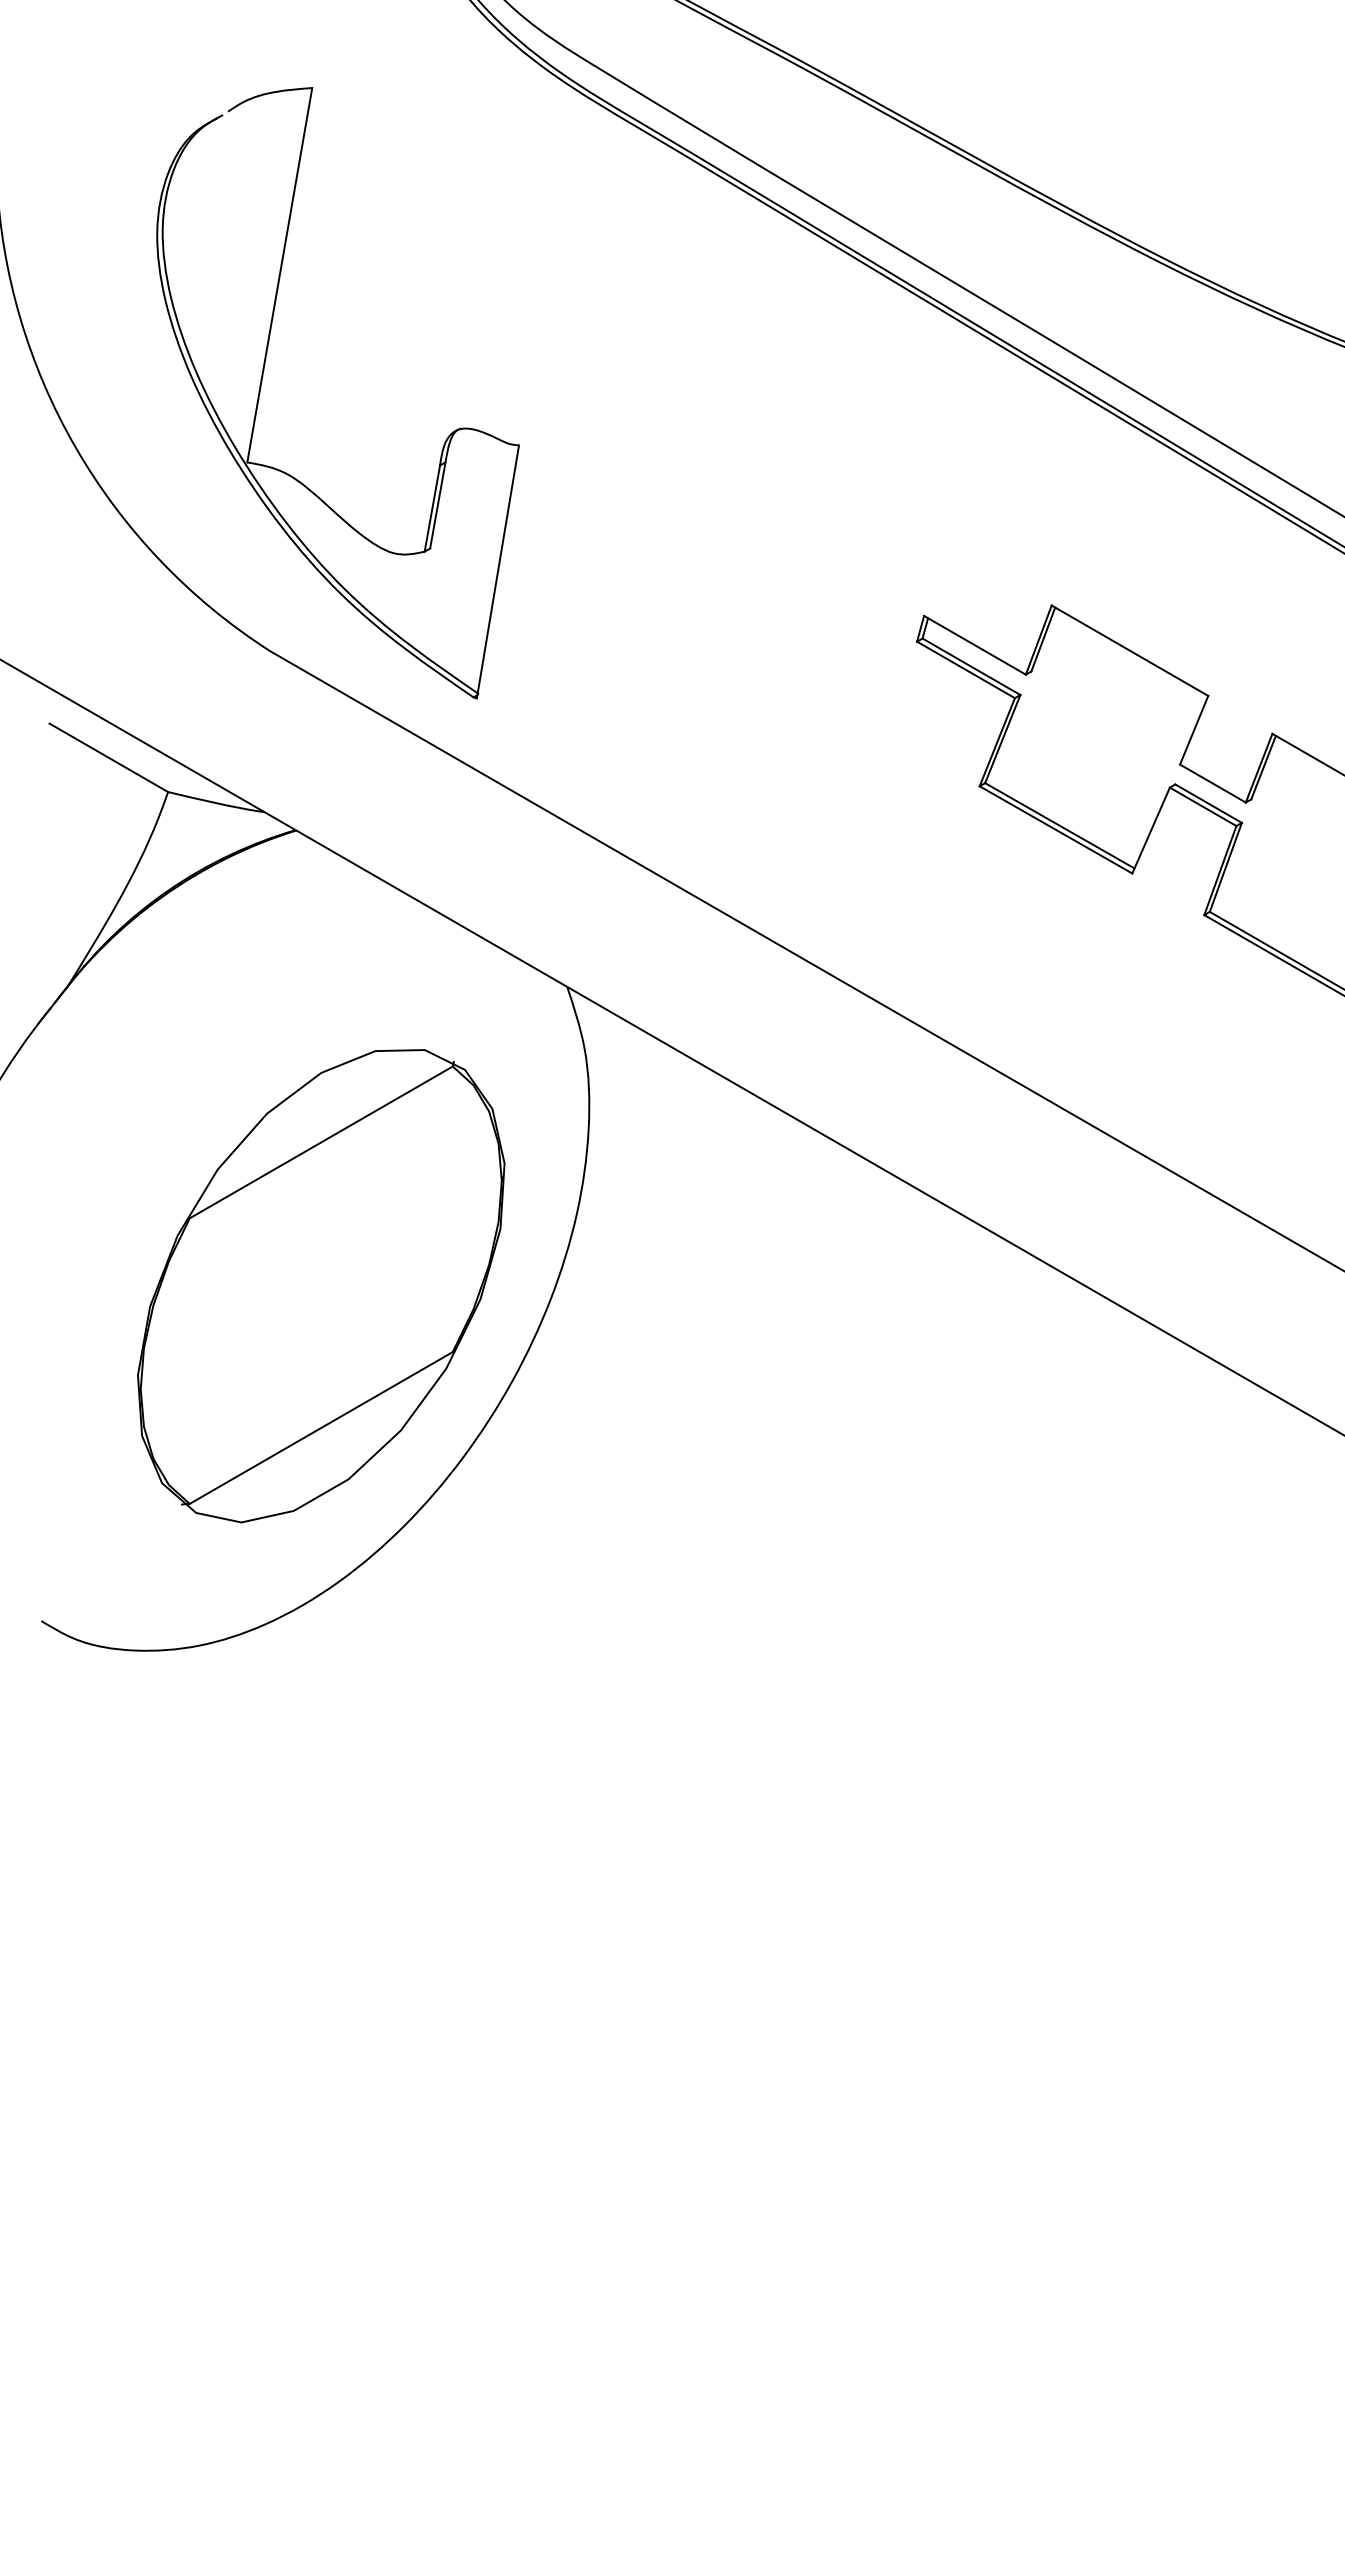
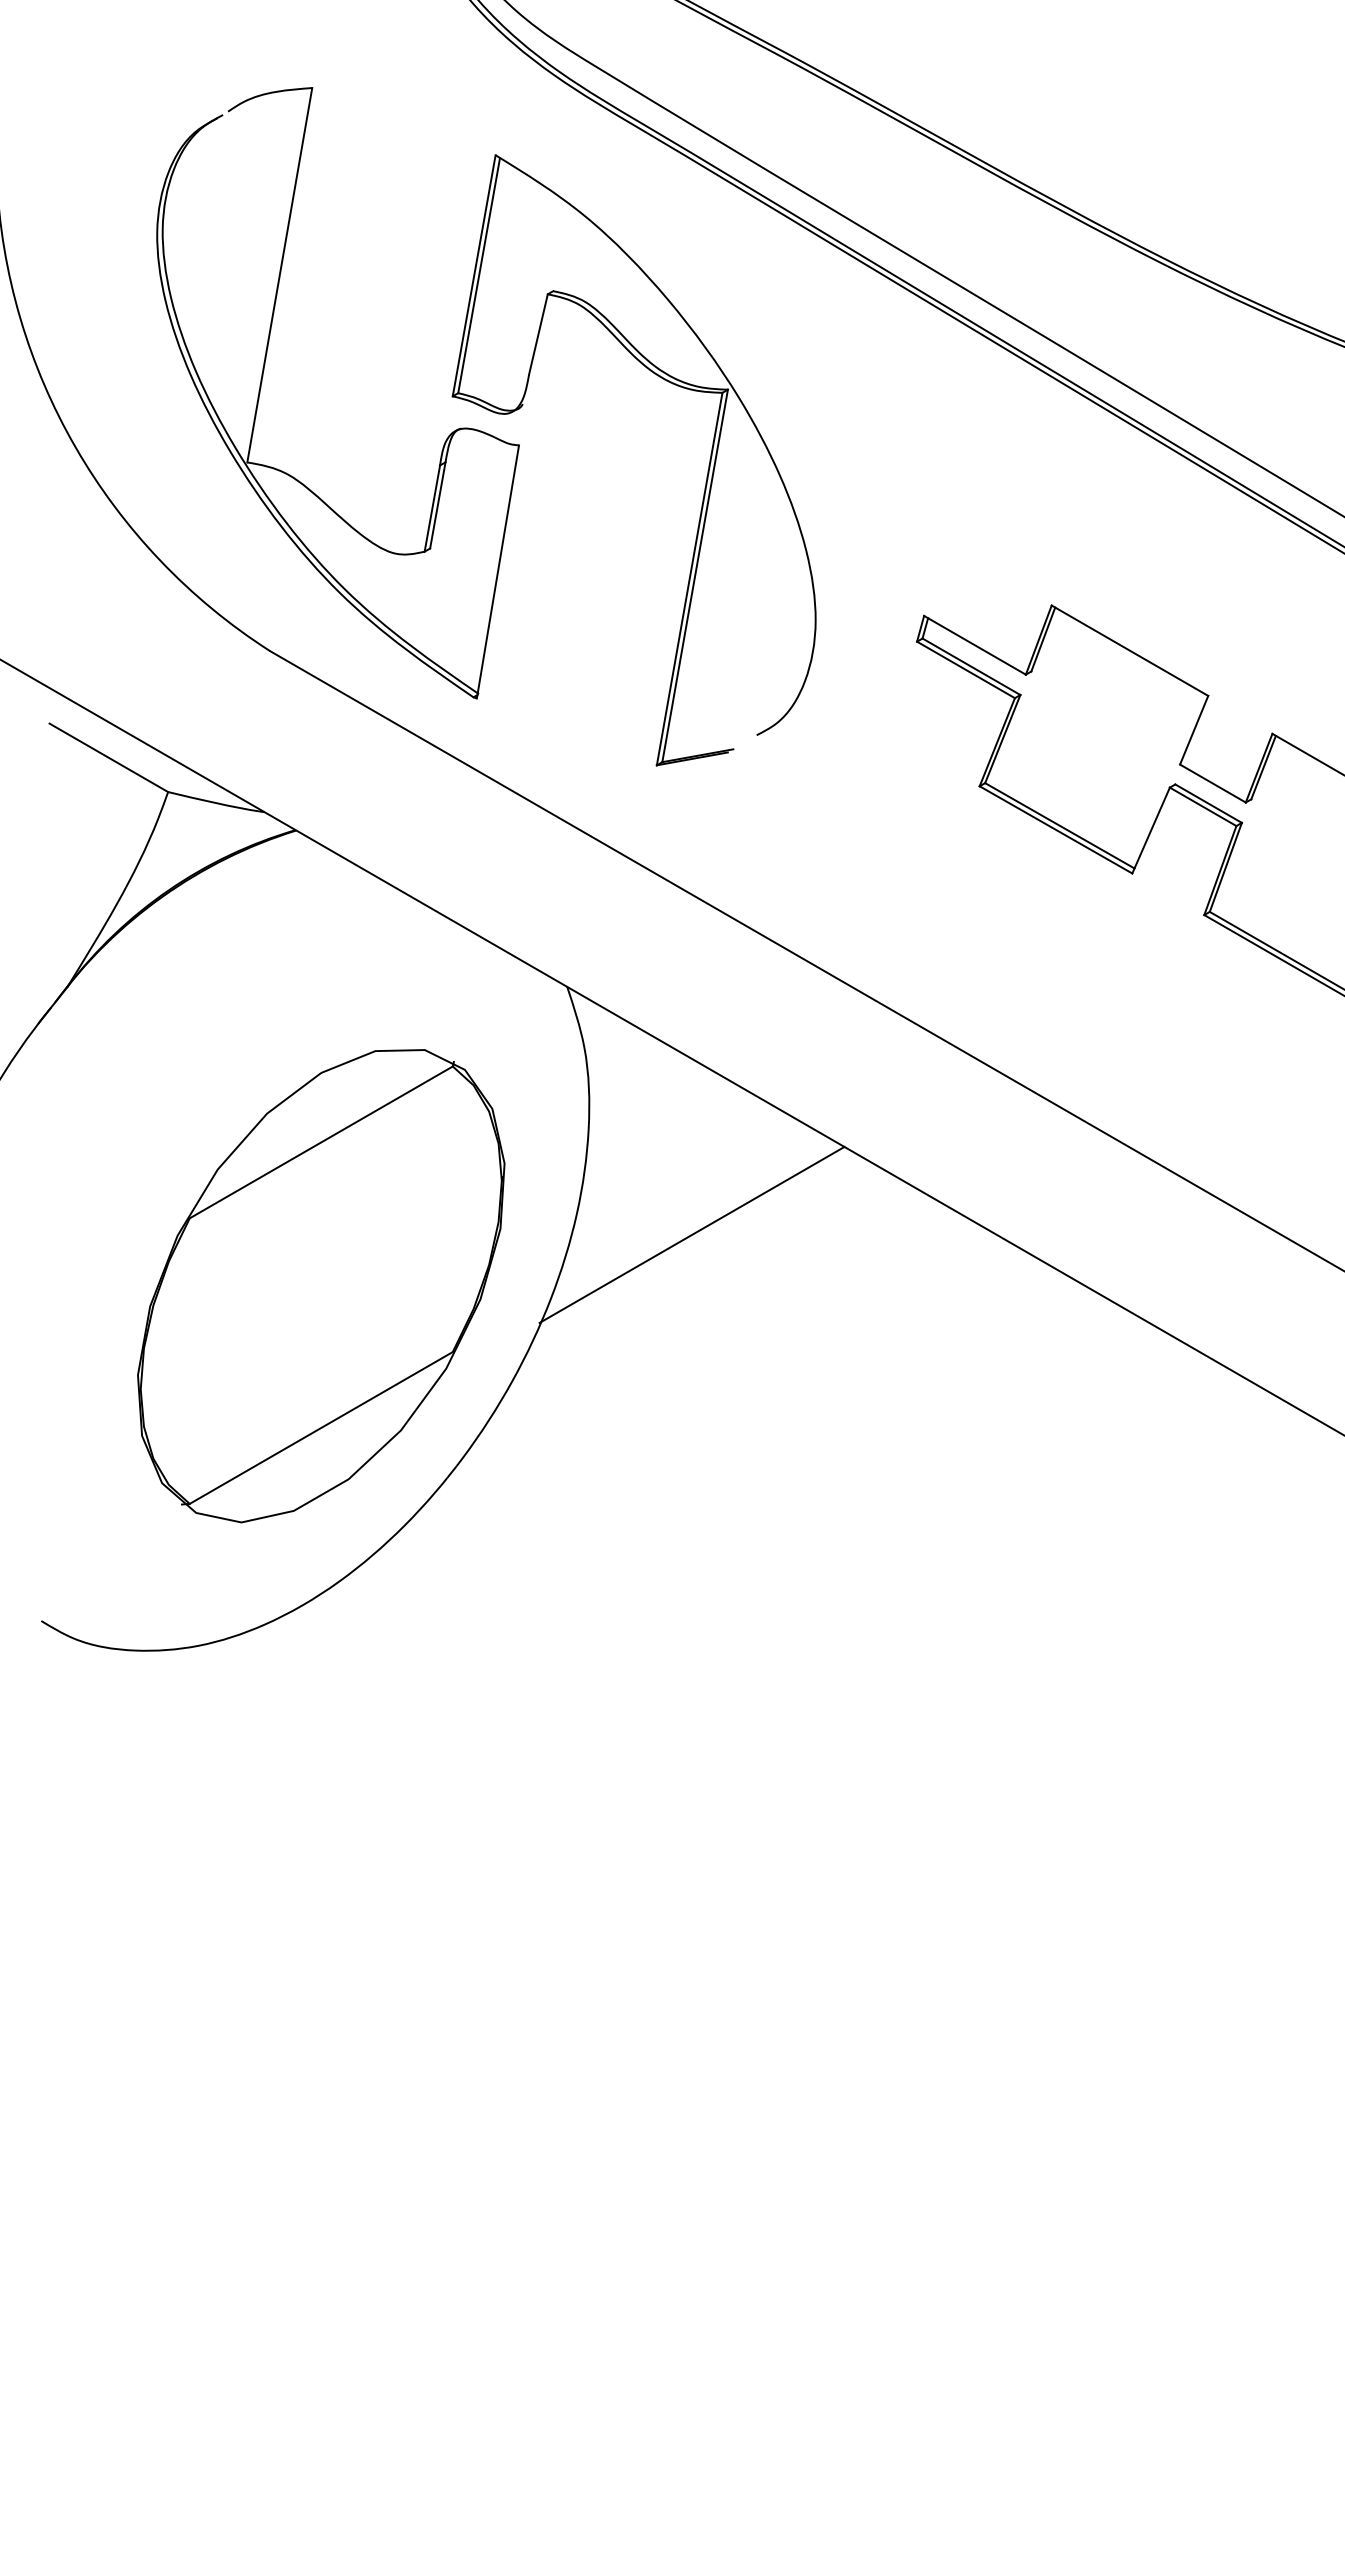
part at (707, 470): none -> present
line at (691, 1234): none -> present
